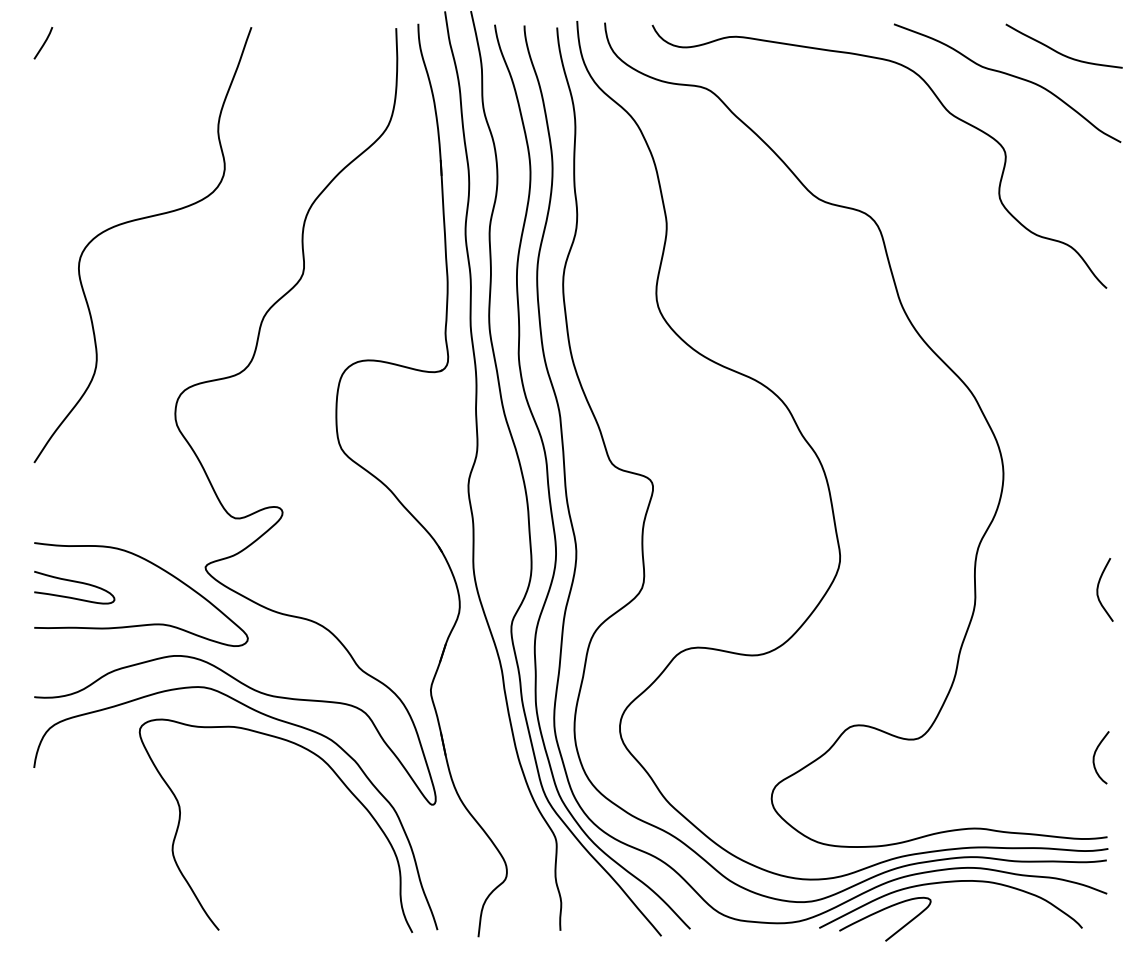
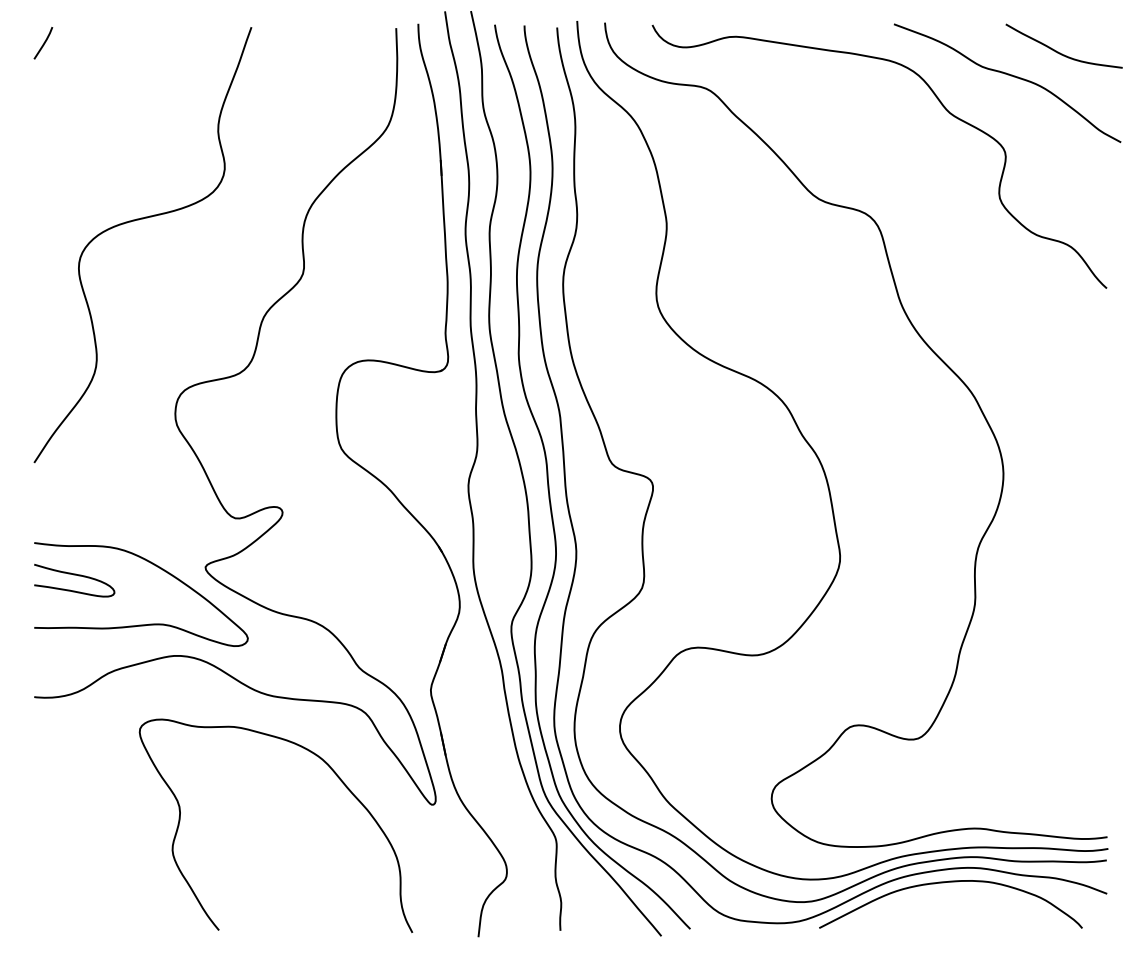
curve at (74, 582) position: (74, 582) -> (74, 575)
curve at (1098, 589): present -> none
curve at (268, 717): present -> none
curve at (1095, 755): present -> none
curve at (881, 911): present -> none
